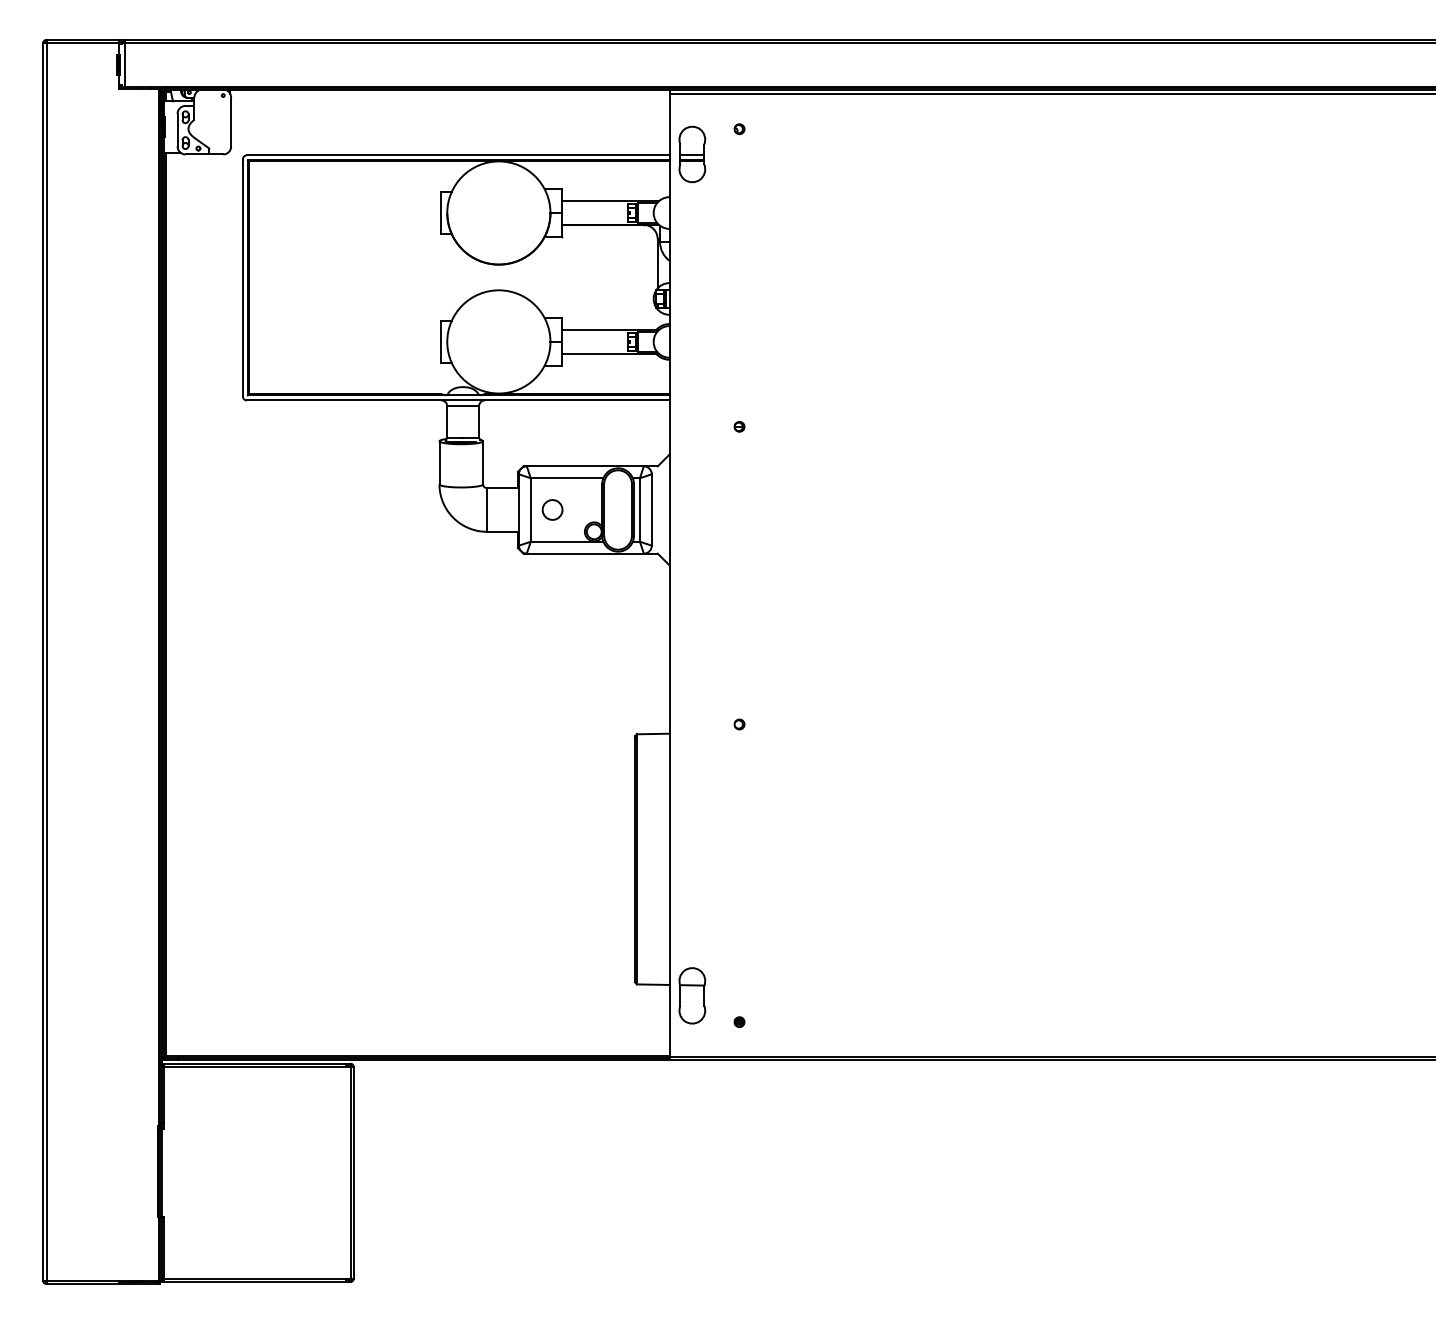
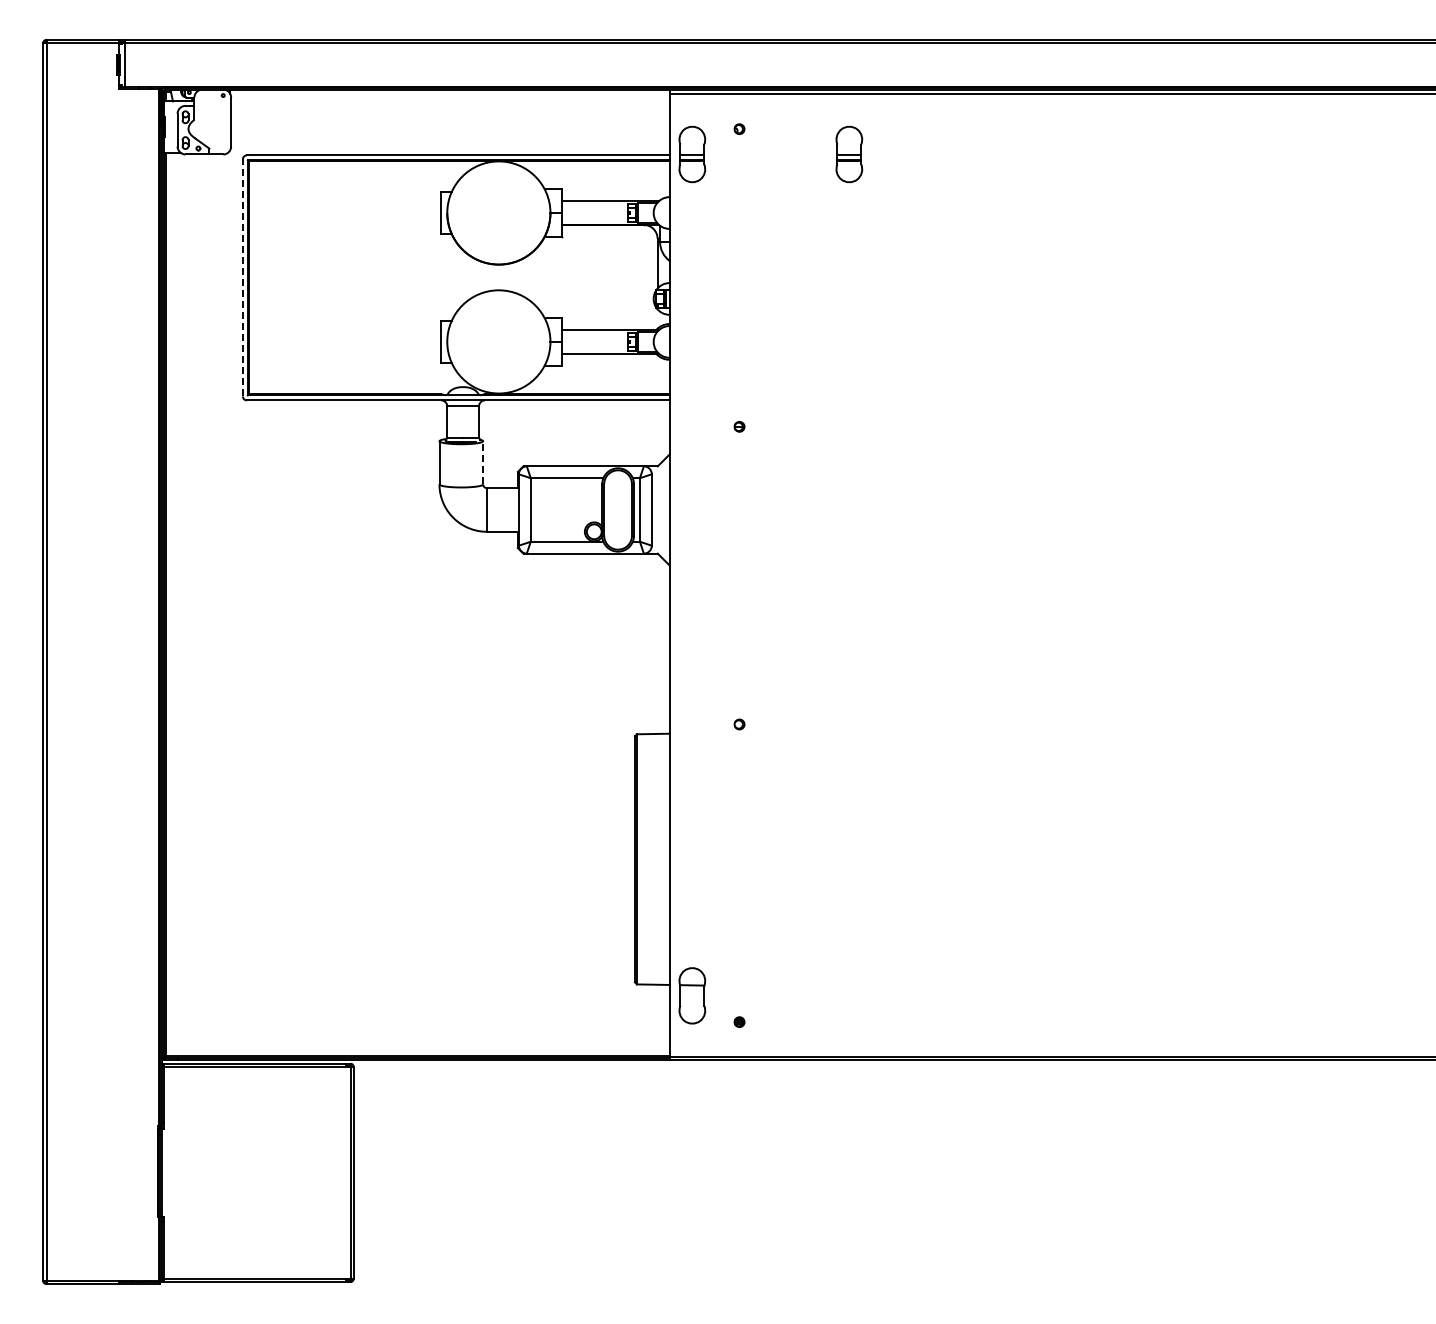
part at (849, 154): none -> present
line at (242, 277): solid -> dashed
line at (483, 462): solid -> dashed
circle at (552, 509): present -> none
